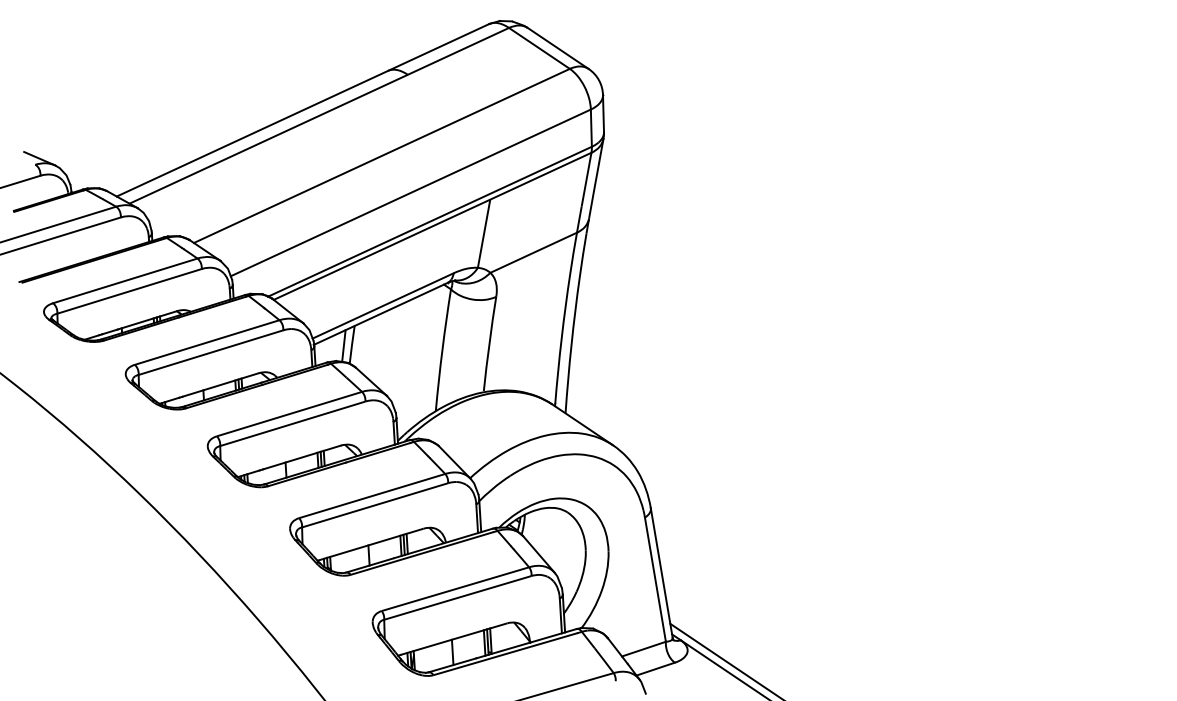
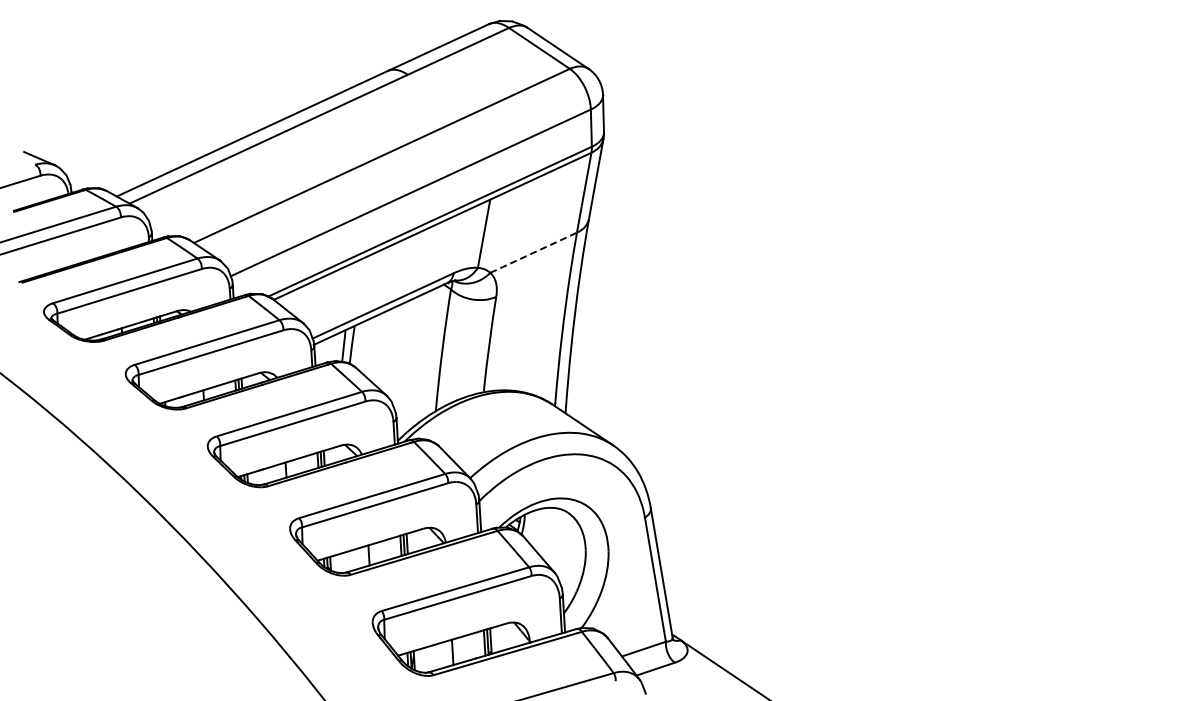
line at (533, 252): solid -> dashed
line at (724, 660): present -> none
